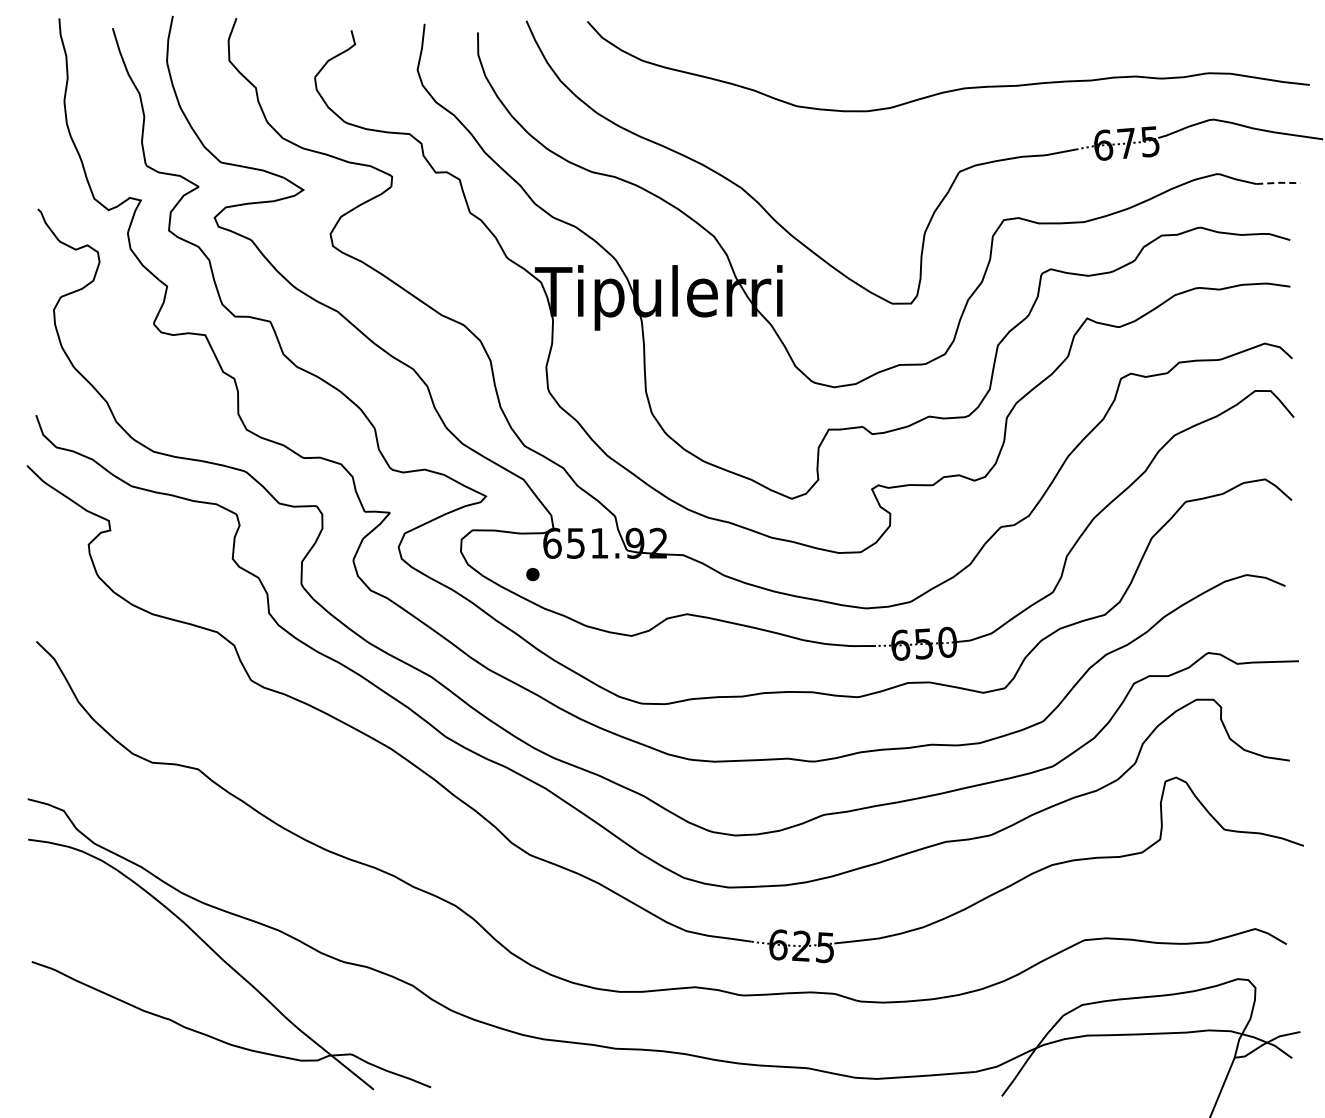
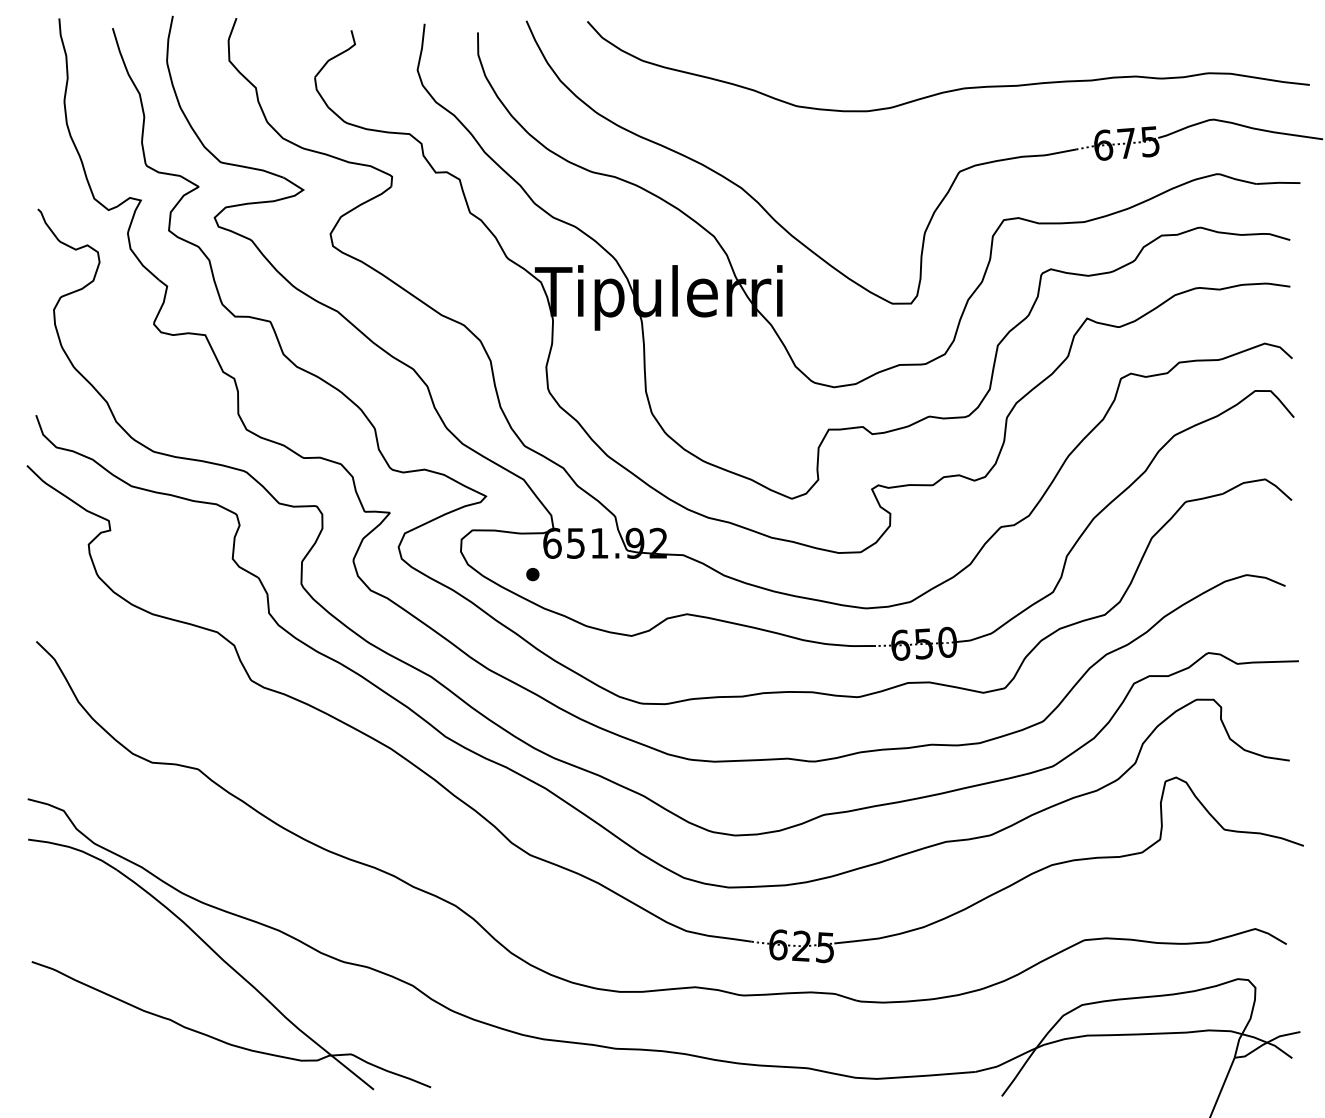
line at (1278, 182): dashed -> solid
